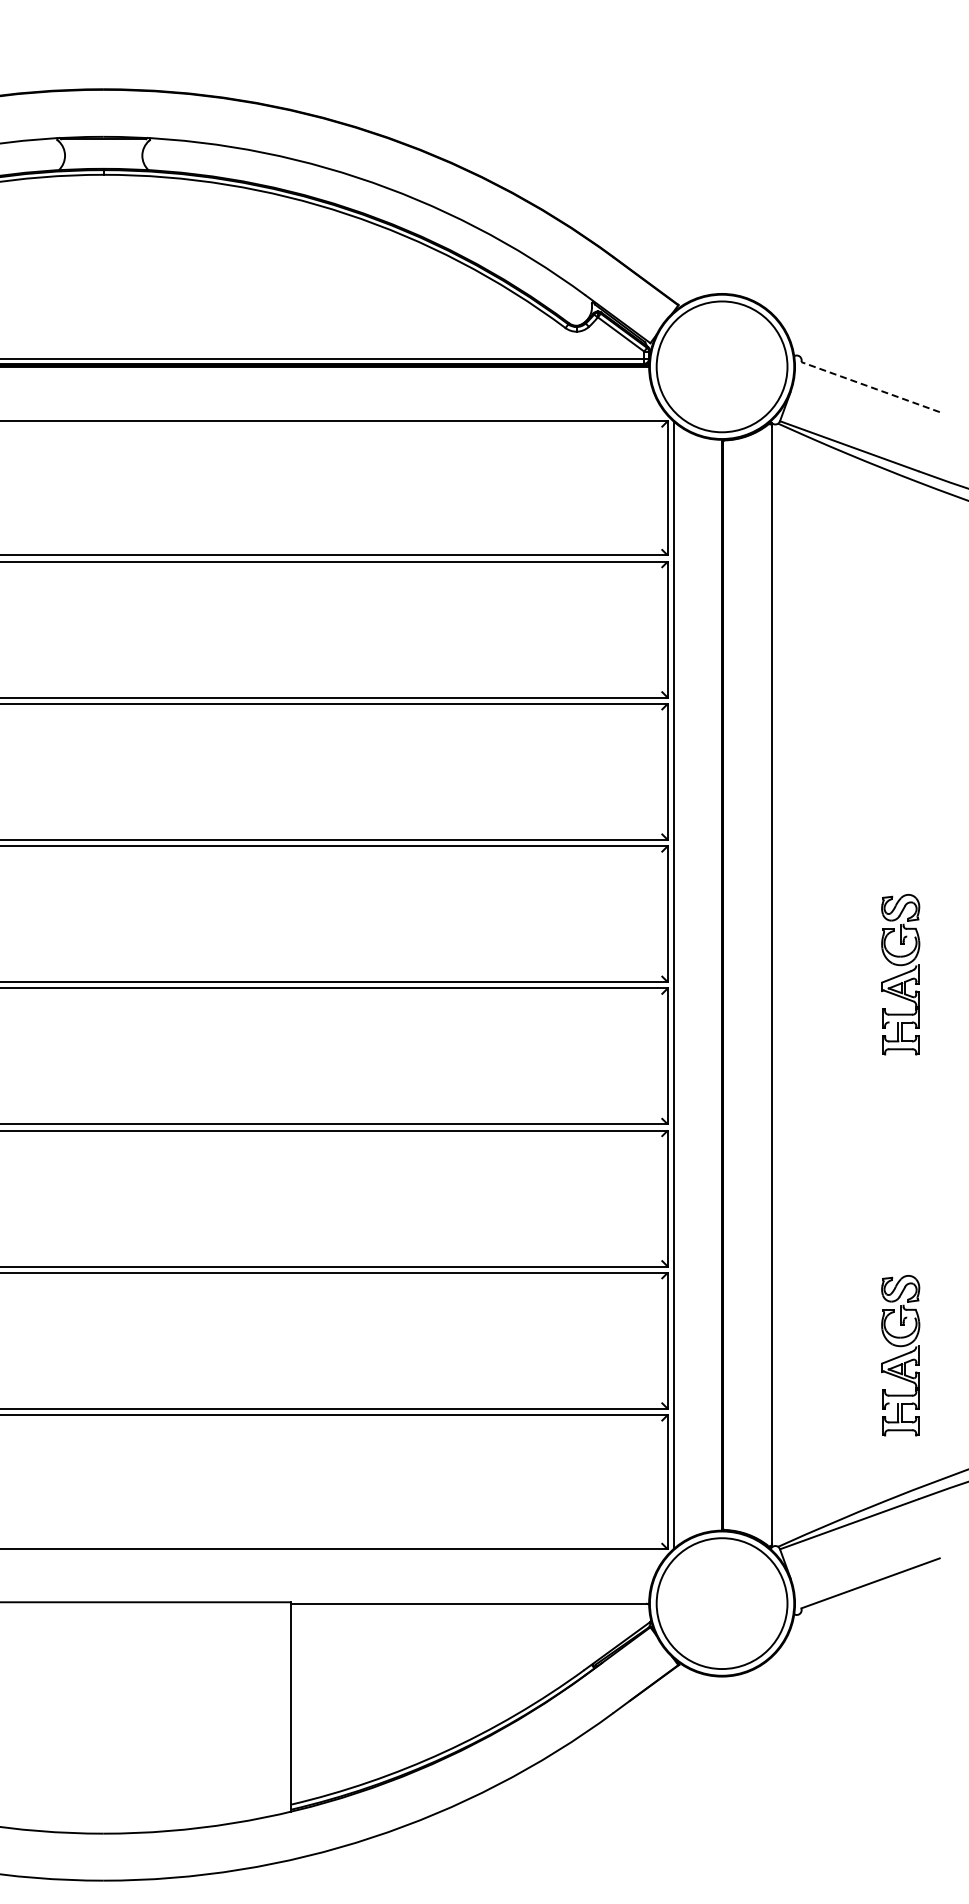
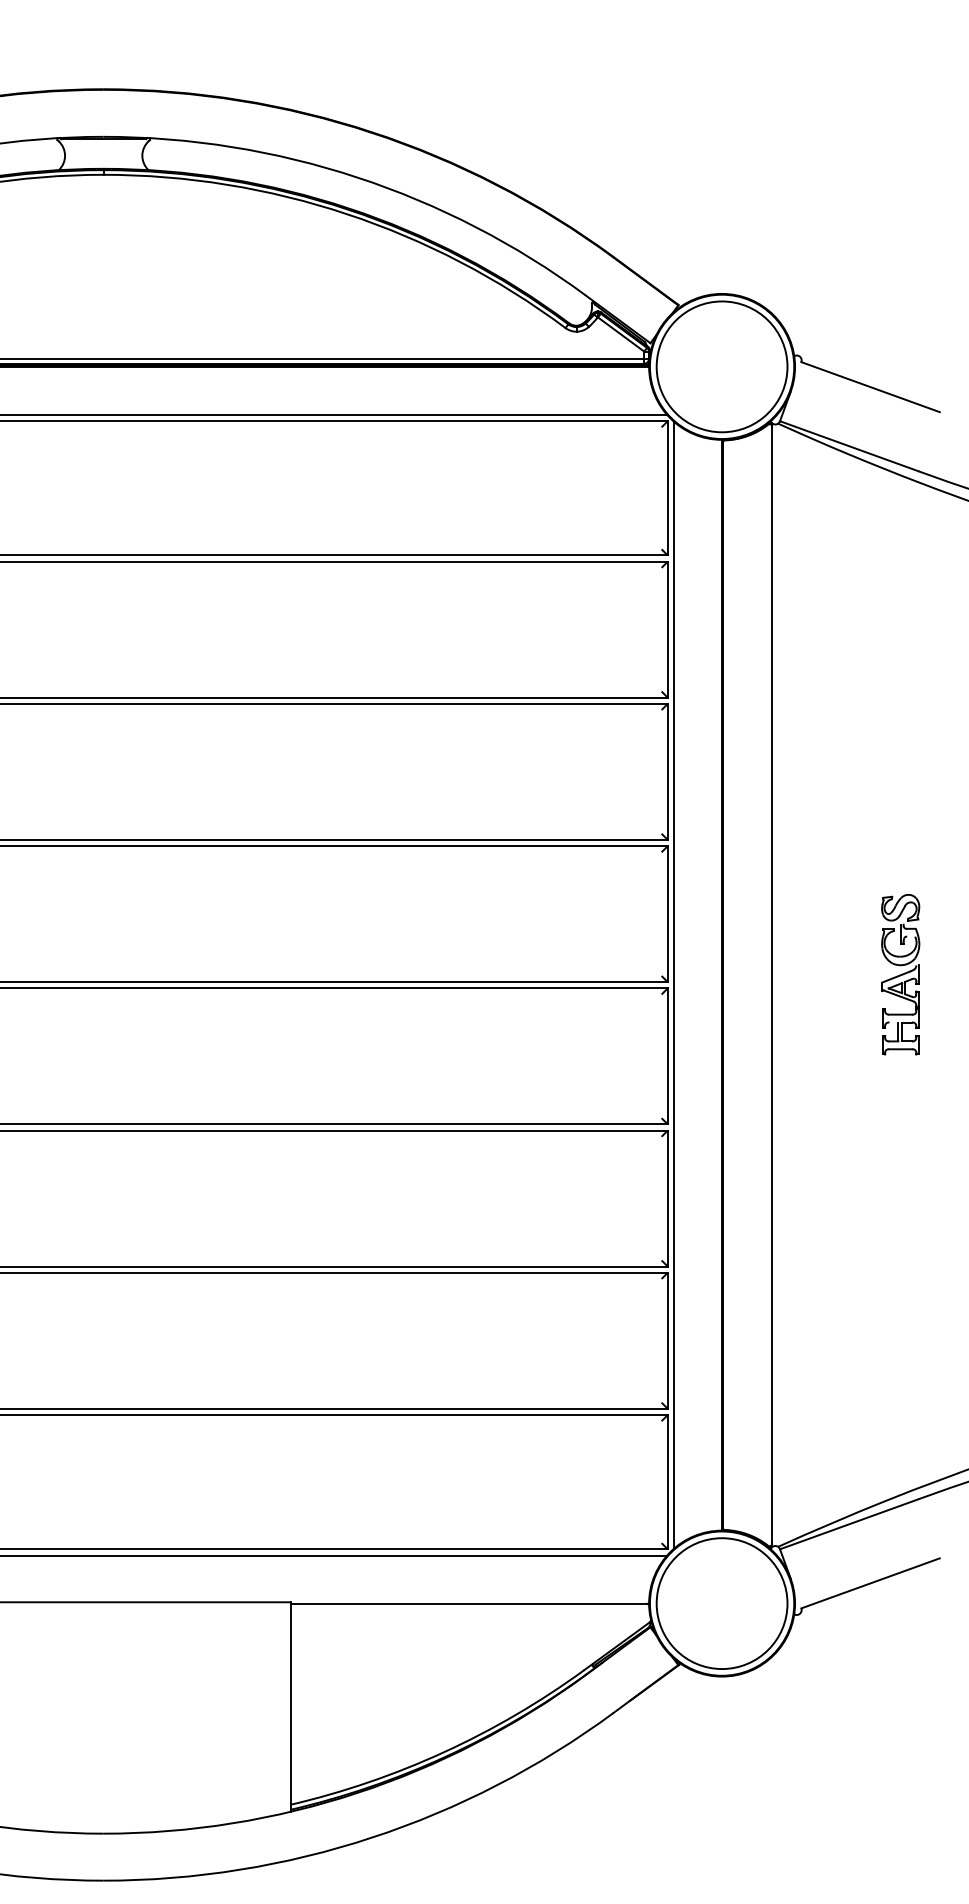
line at (870, 387): dashed -> solid
line at (334, 414): none -> present
part at (900, 1355): present -> none
line at (334, 1555): none -> present
